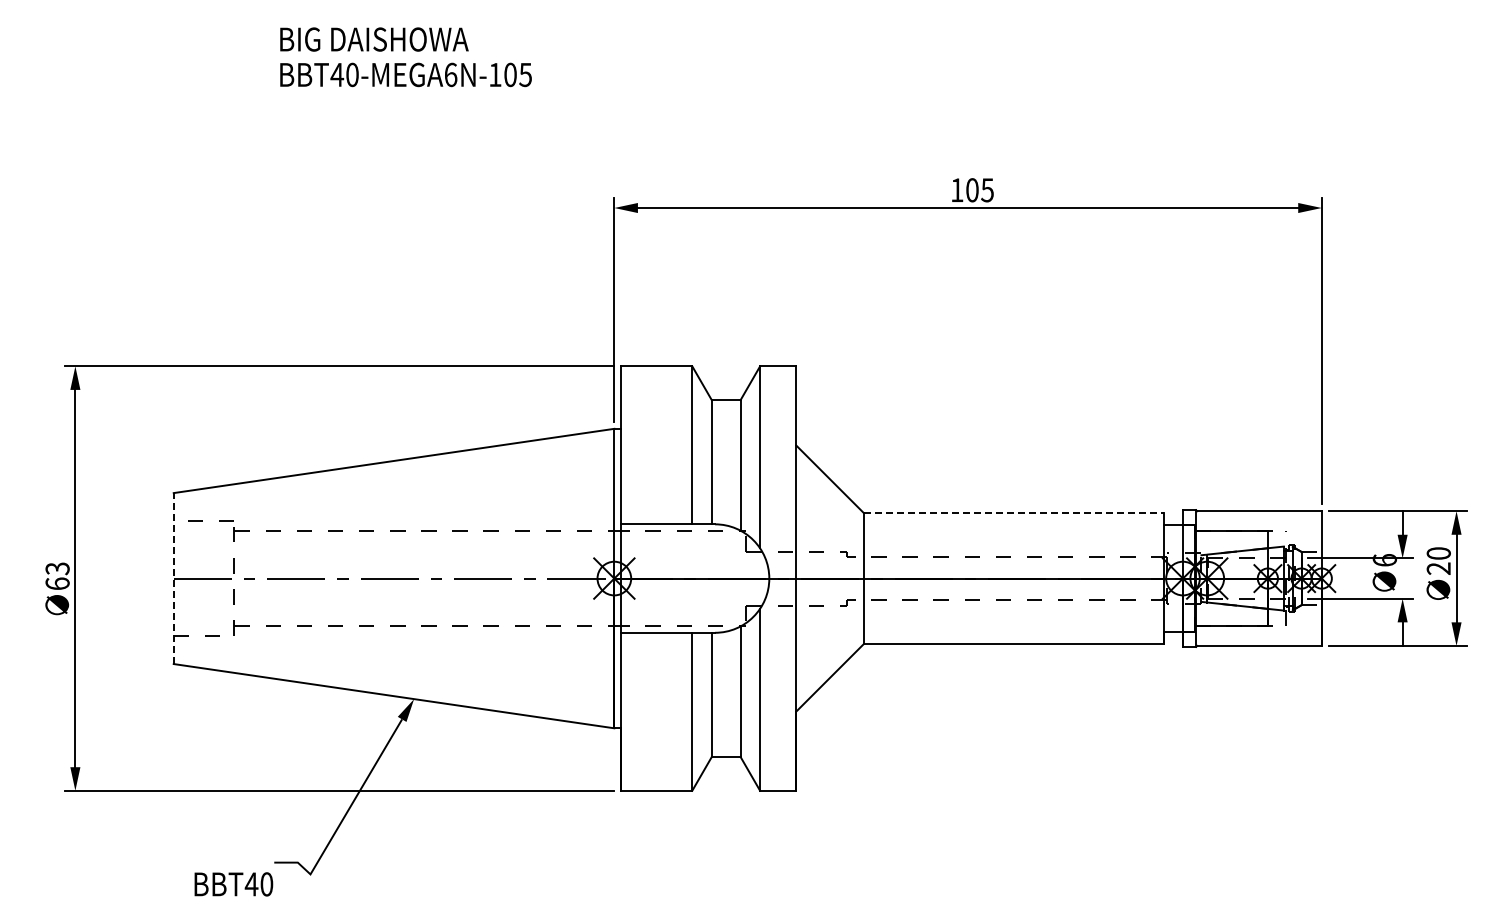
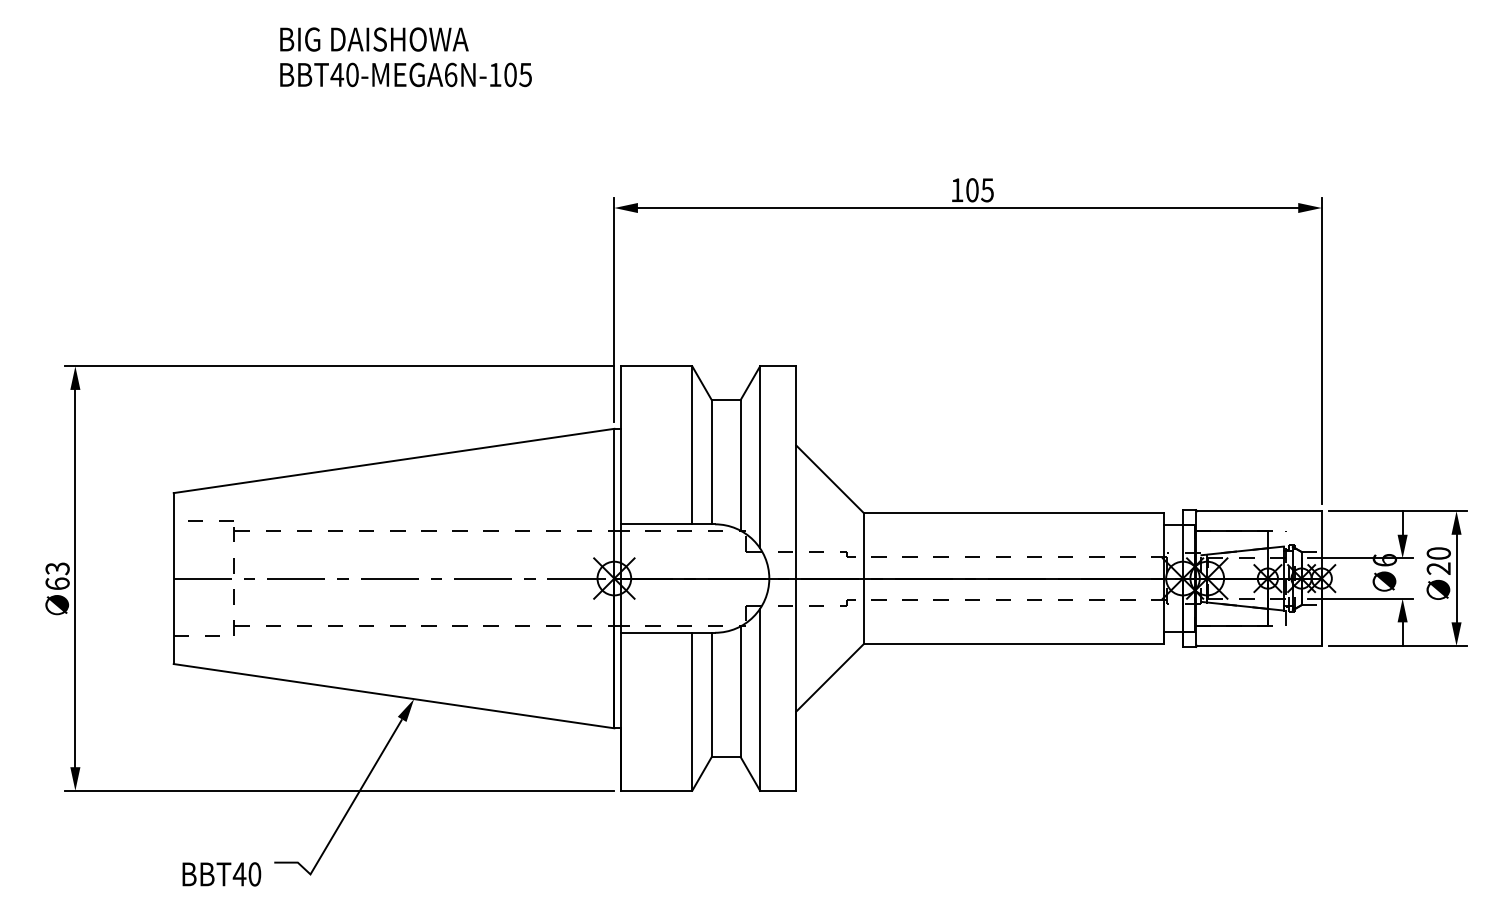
line at (1014, 512): dashed -> solid
line at (173, 578): dashed -> solid
text at (233, 884) position: (233, 884) -> (221, 874)
